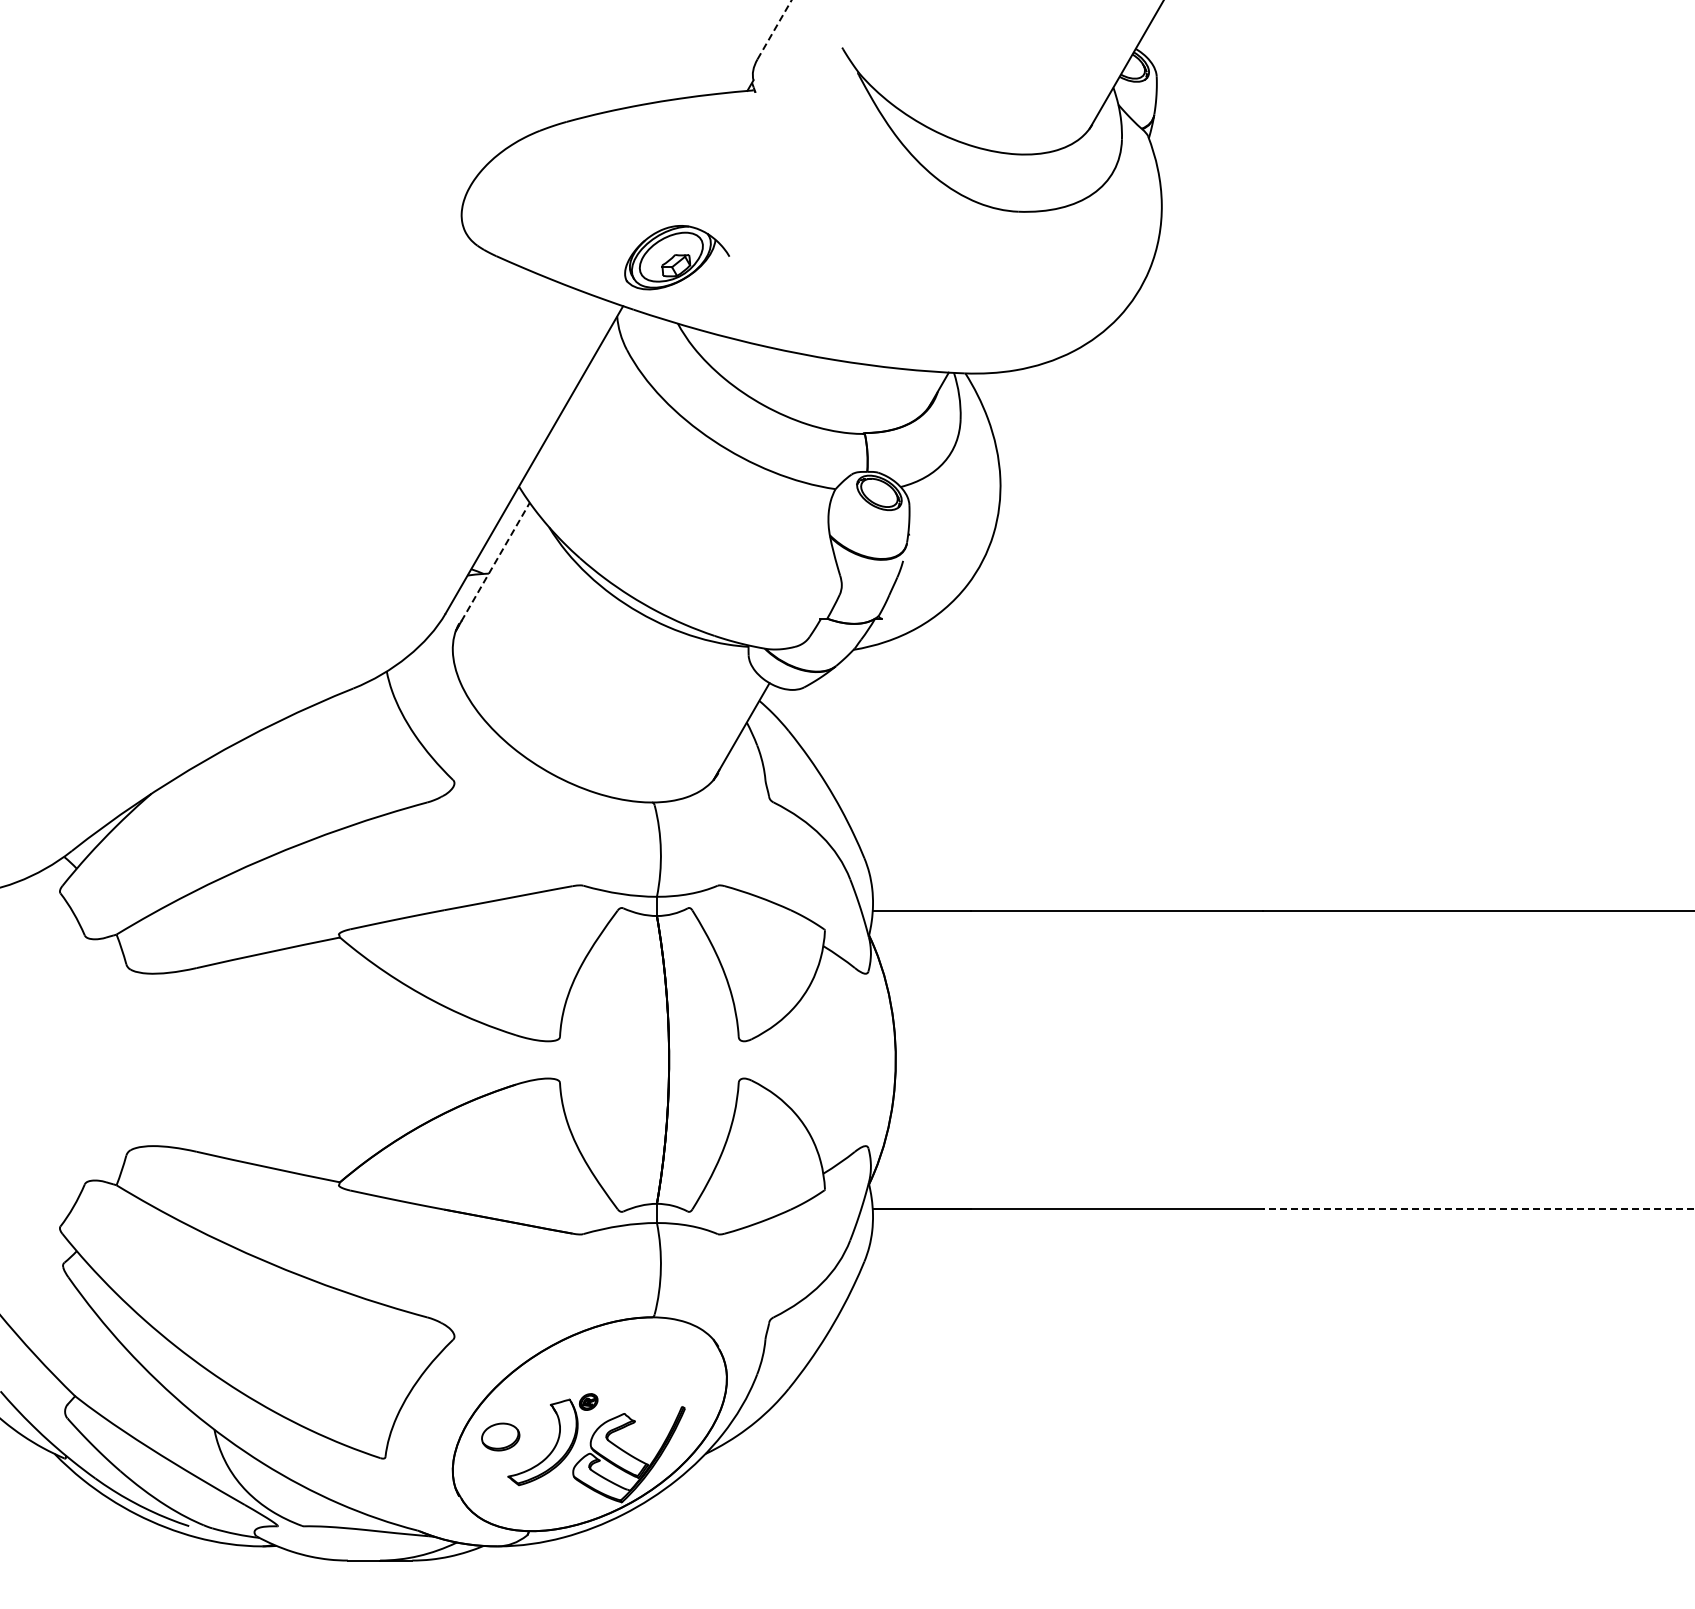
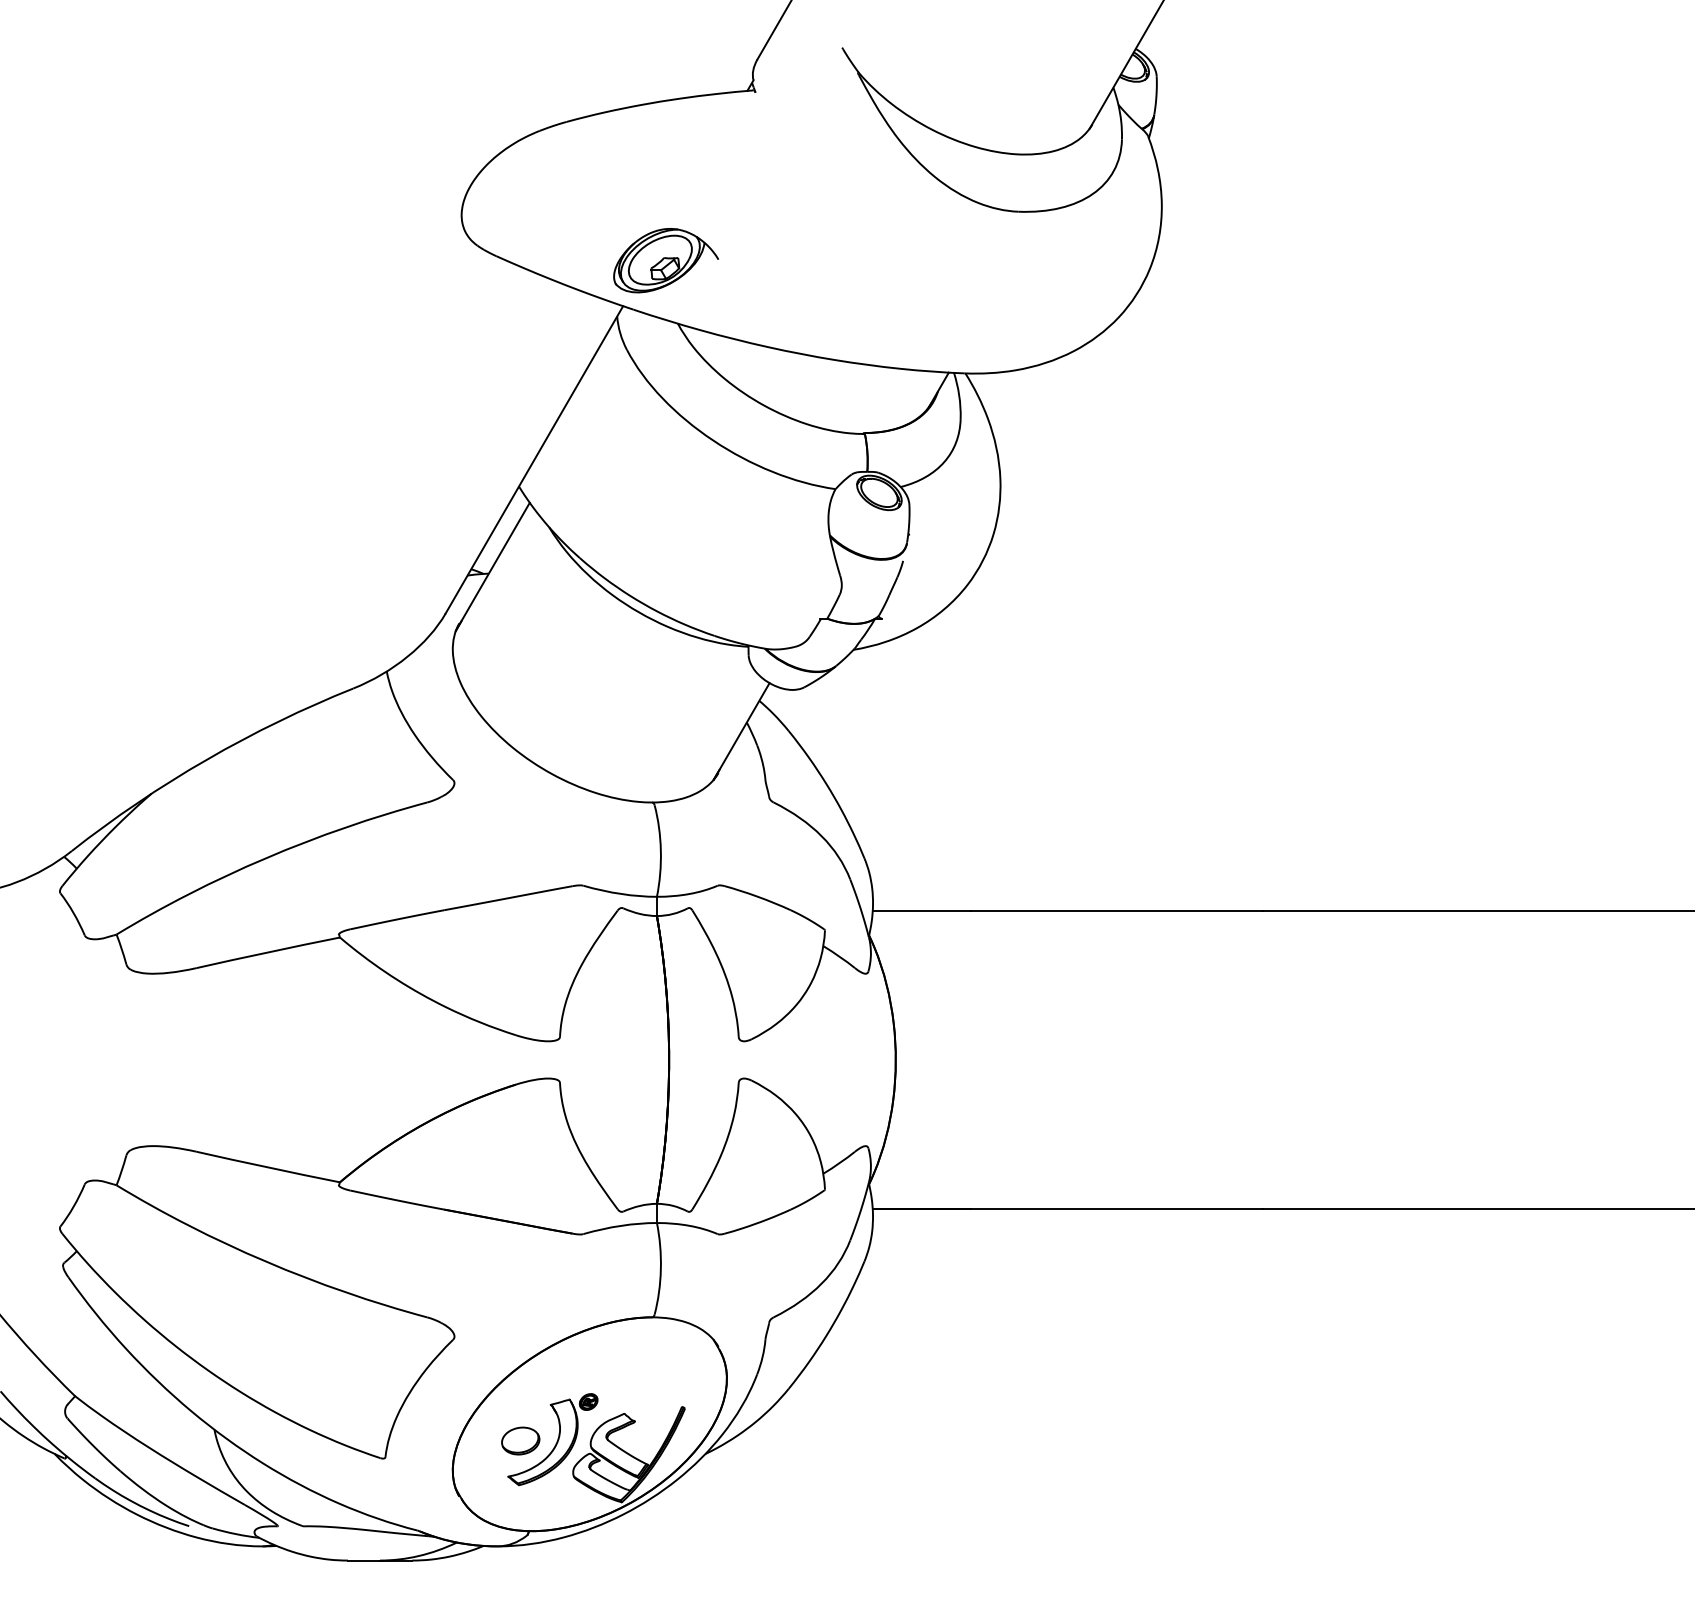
line at (774, 29): dashed -> solid
part at (676, 257) position: (676, 257) -> (665, 260)
line at (492, 566): dashed -> solid
line at (1478, 1208): dashed -> solid
part at (500, 1436) position: (500, 1436) -> (520, 1440)
